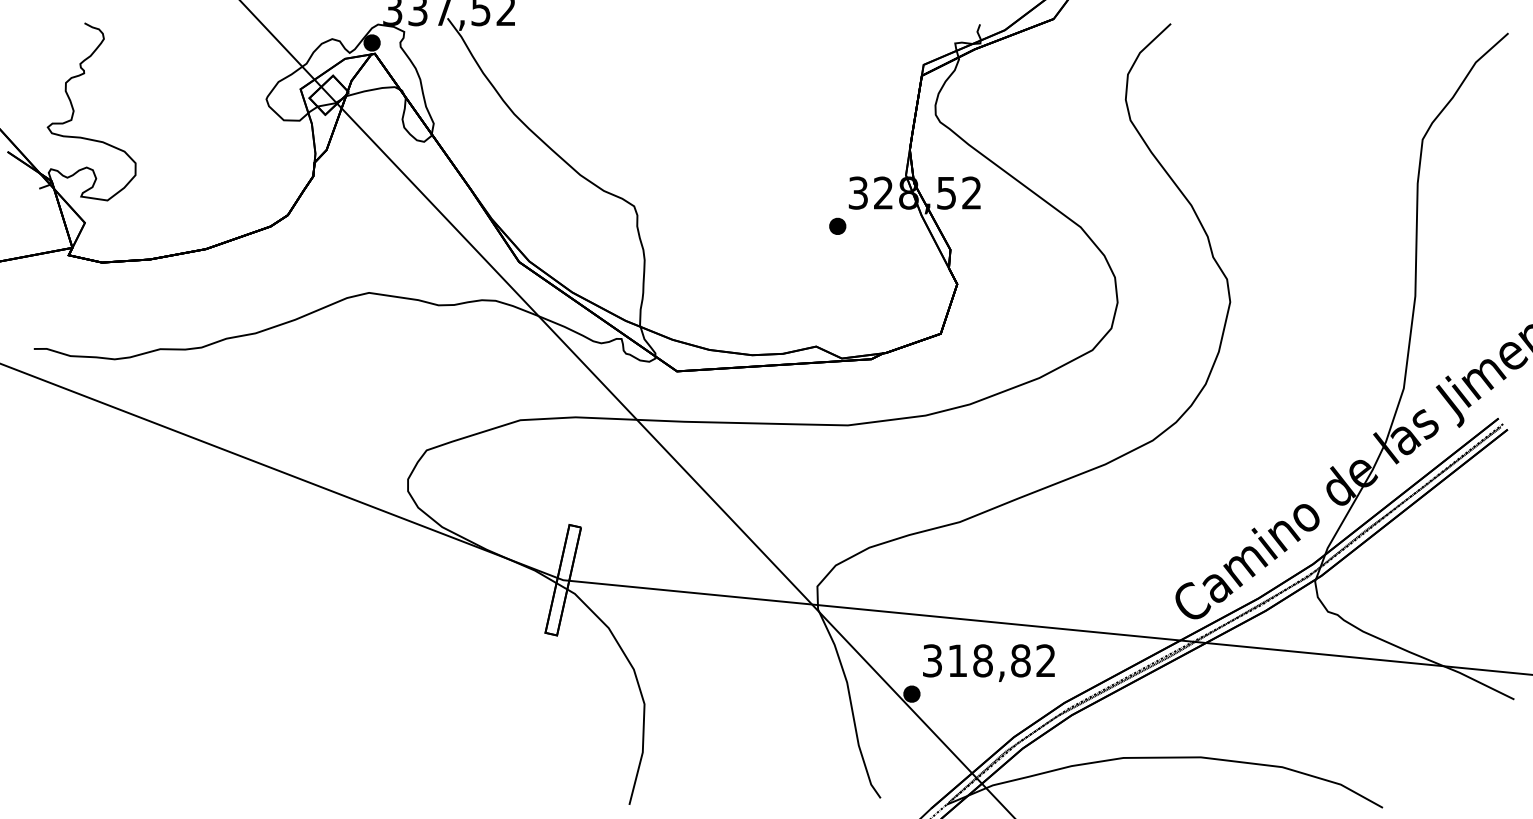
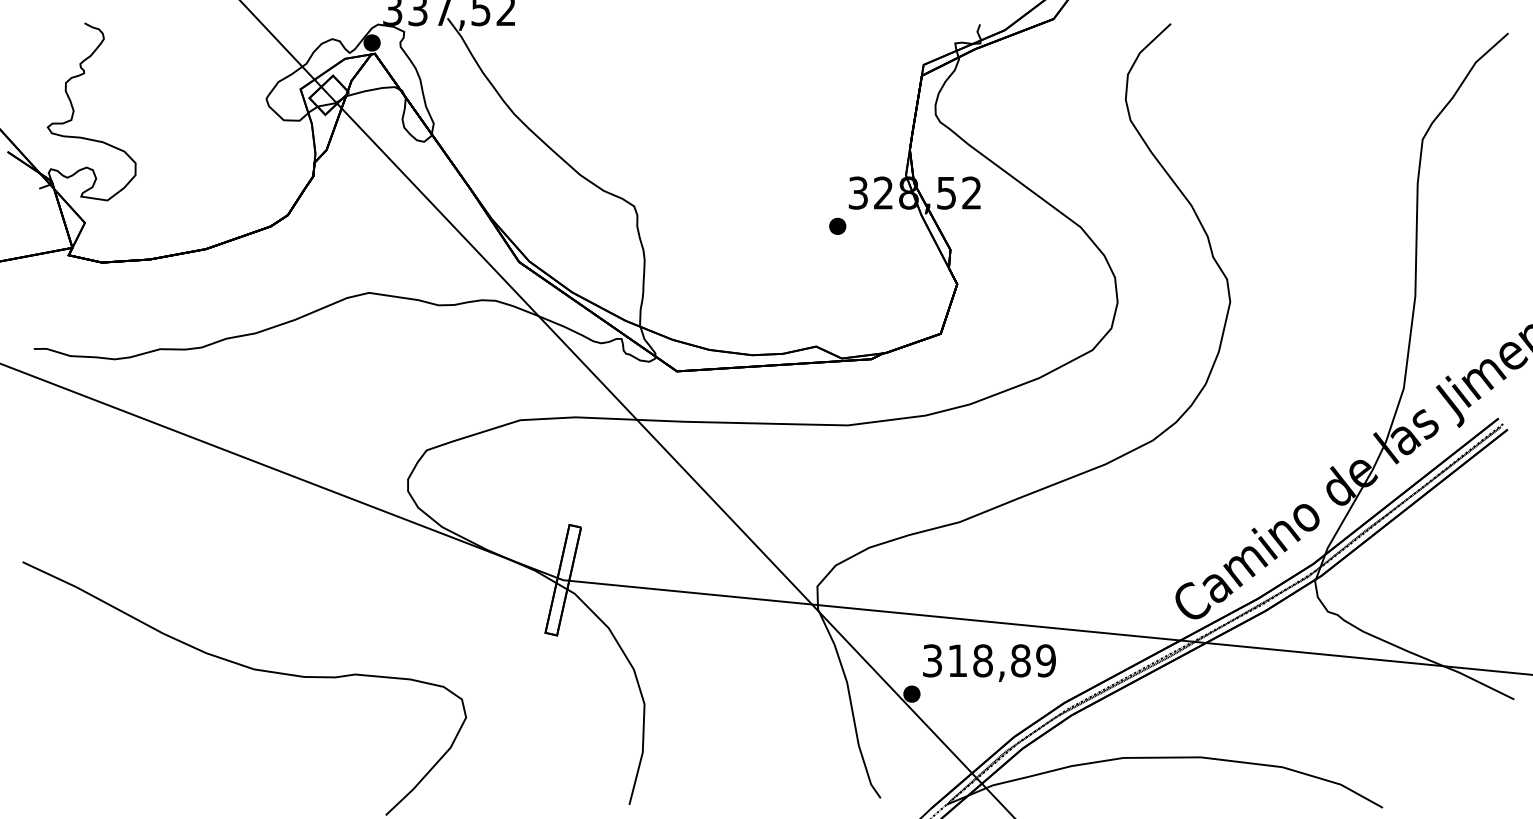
text at (1045, 660): 318,82 -> 318,89
curve at (250, 669): none -> present
